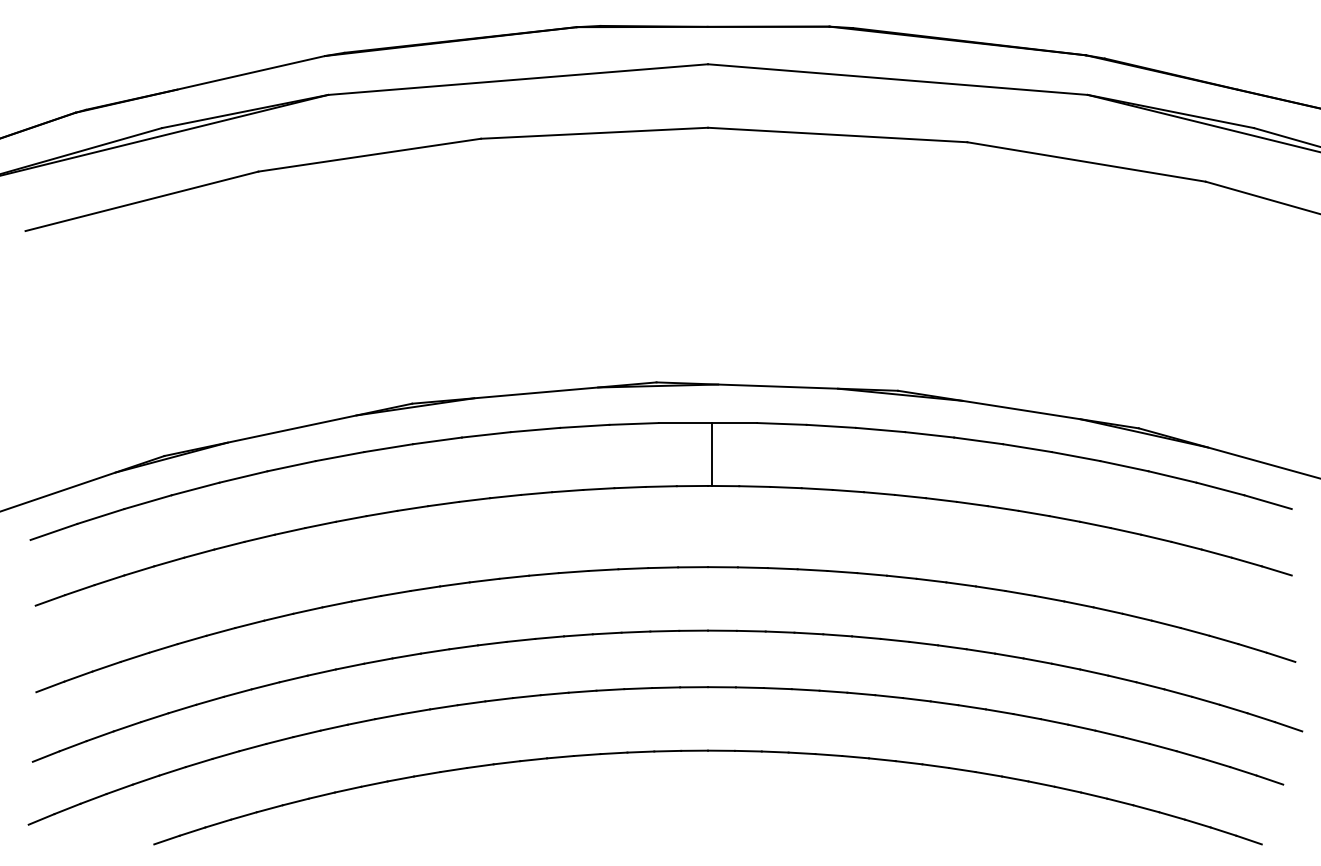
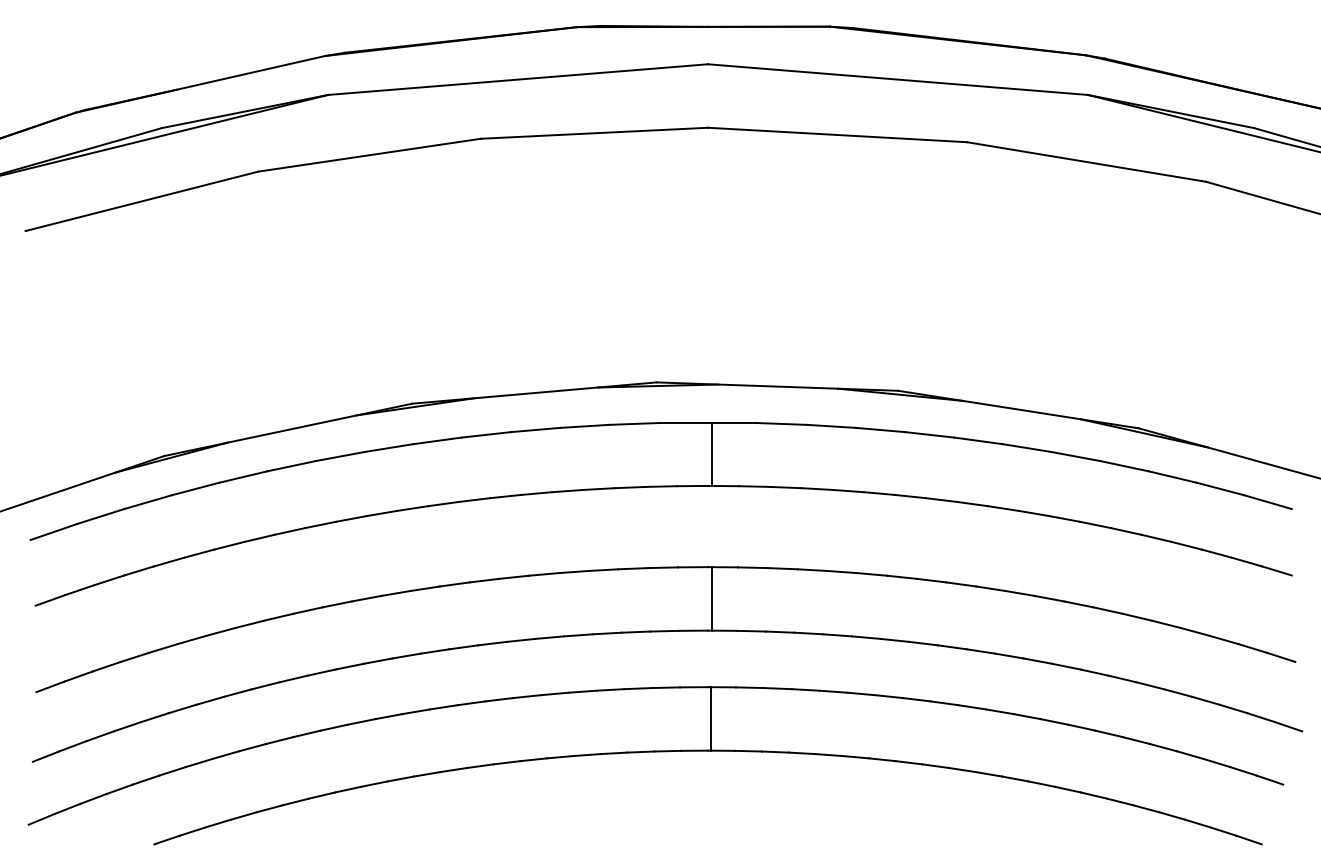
line at (711, 598): none -> present
line at (711, 718): none -> present
